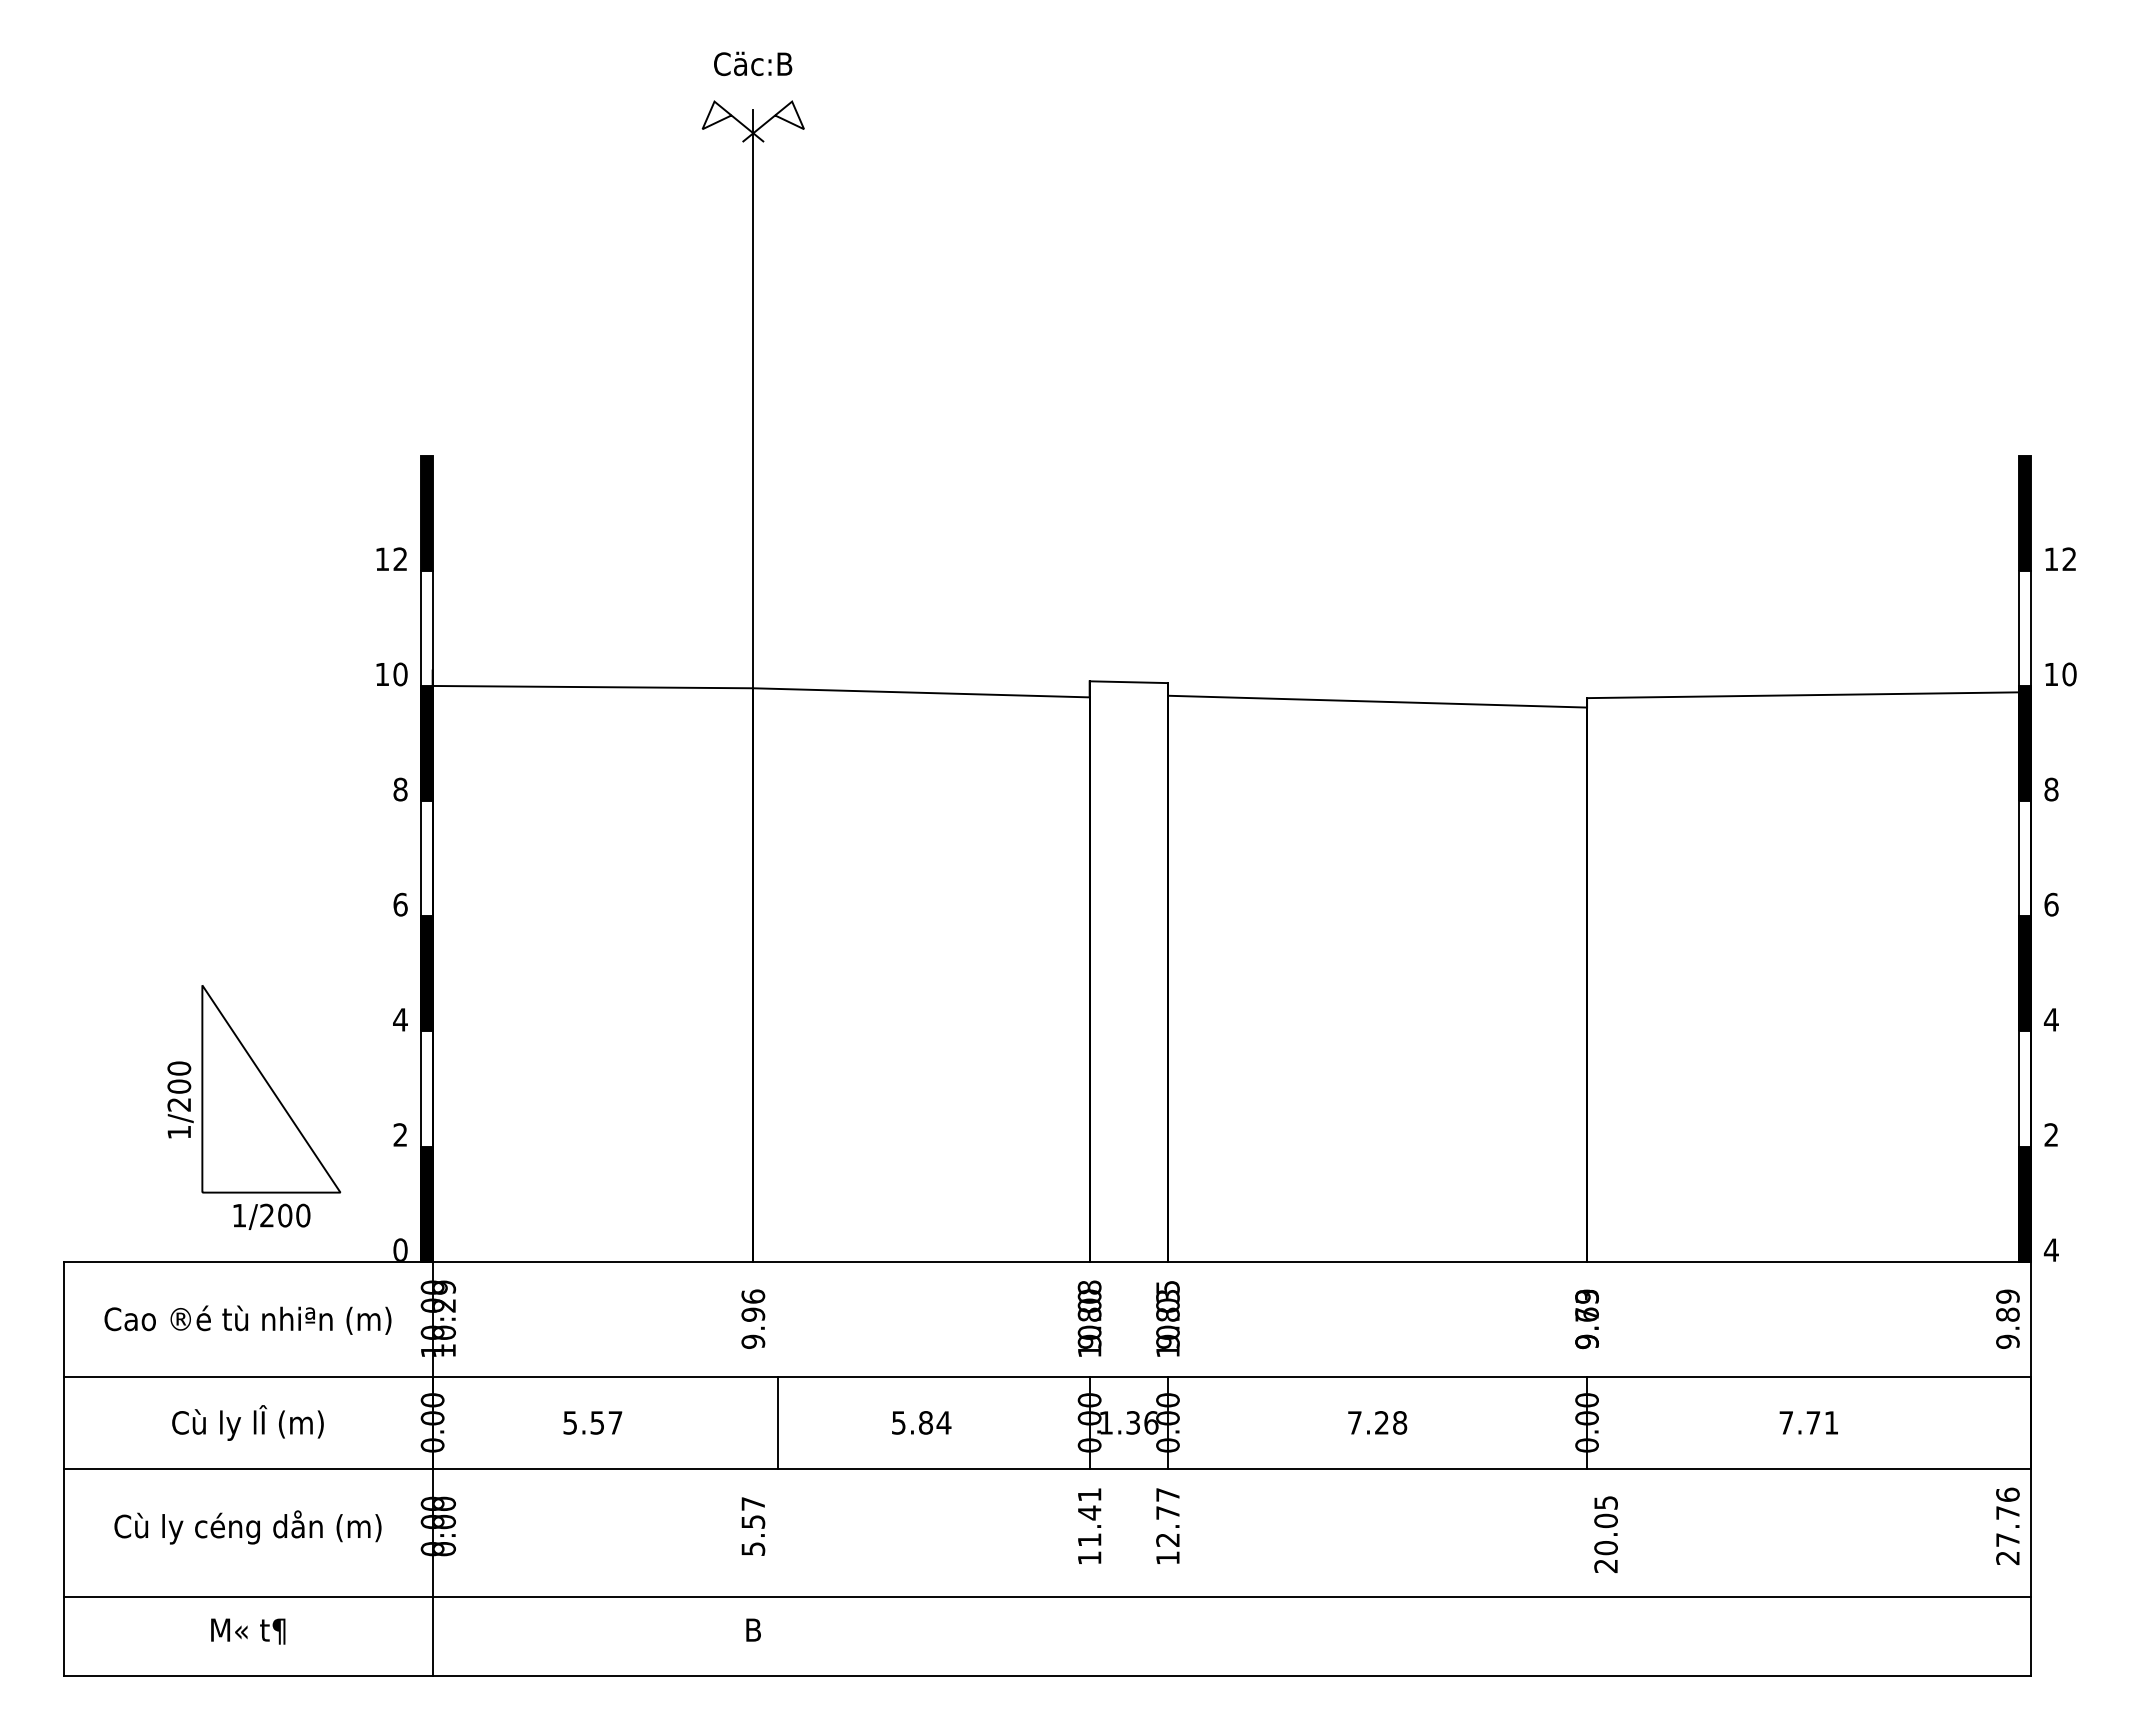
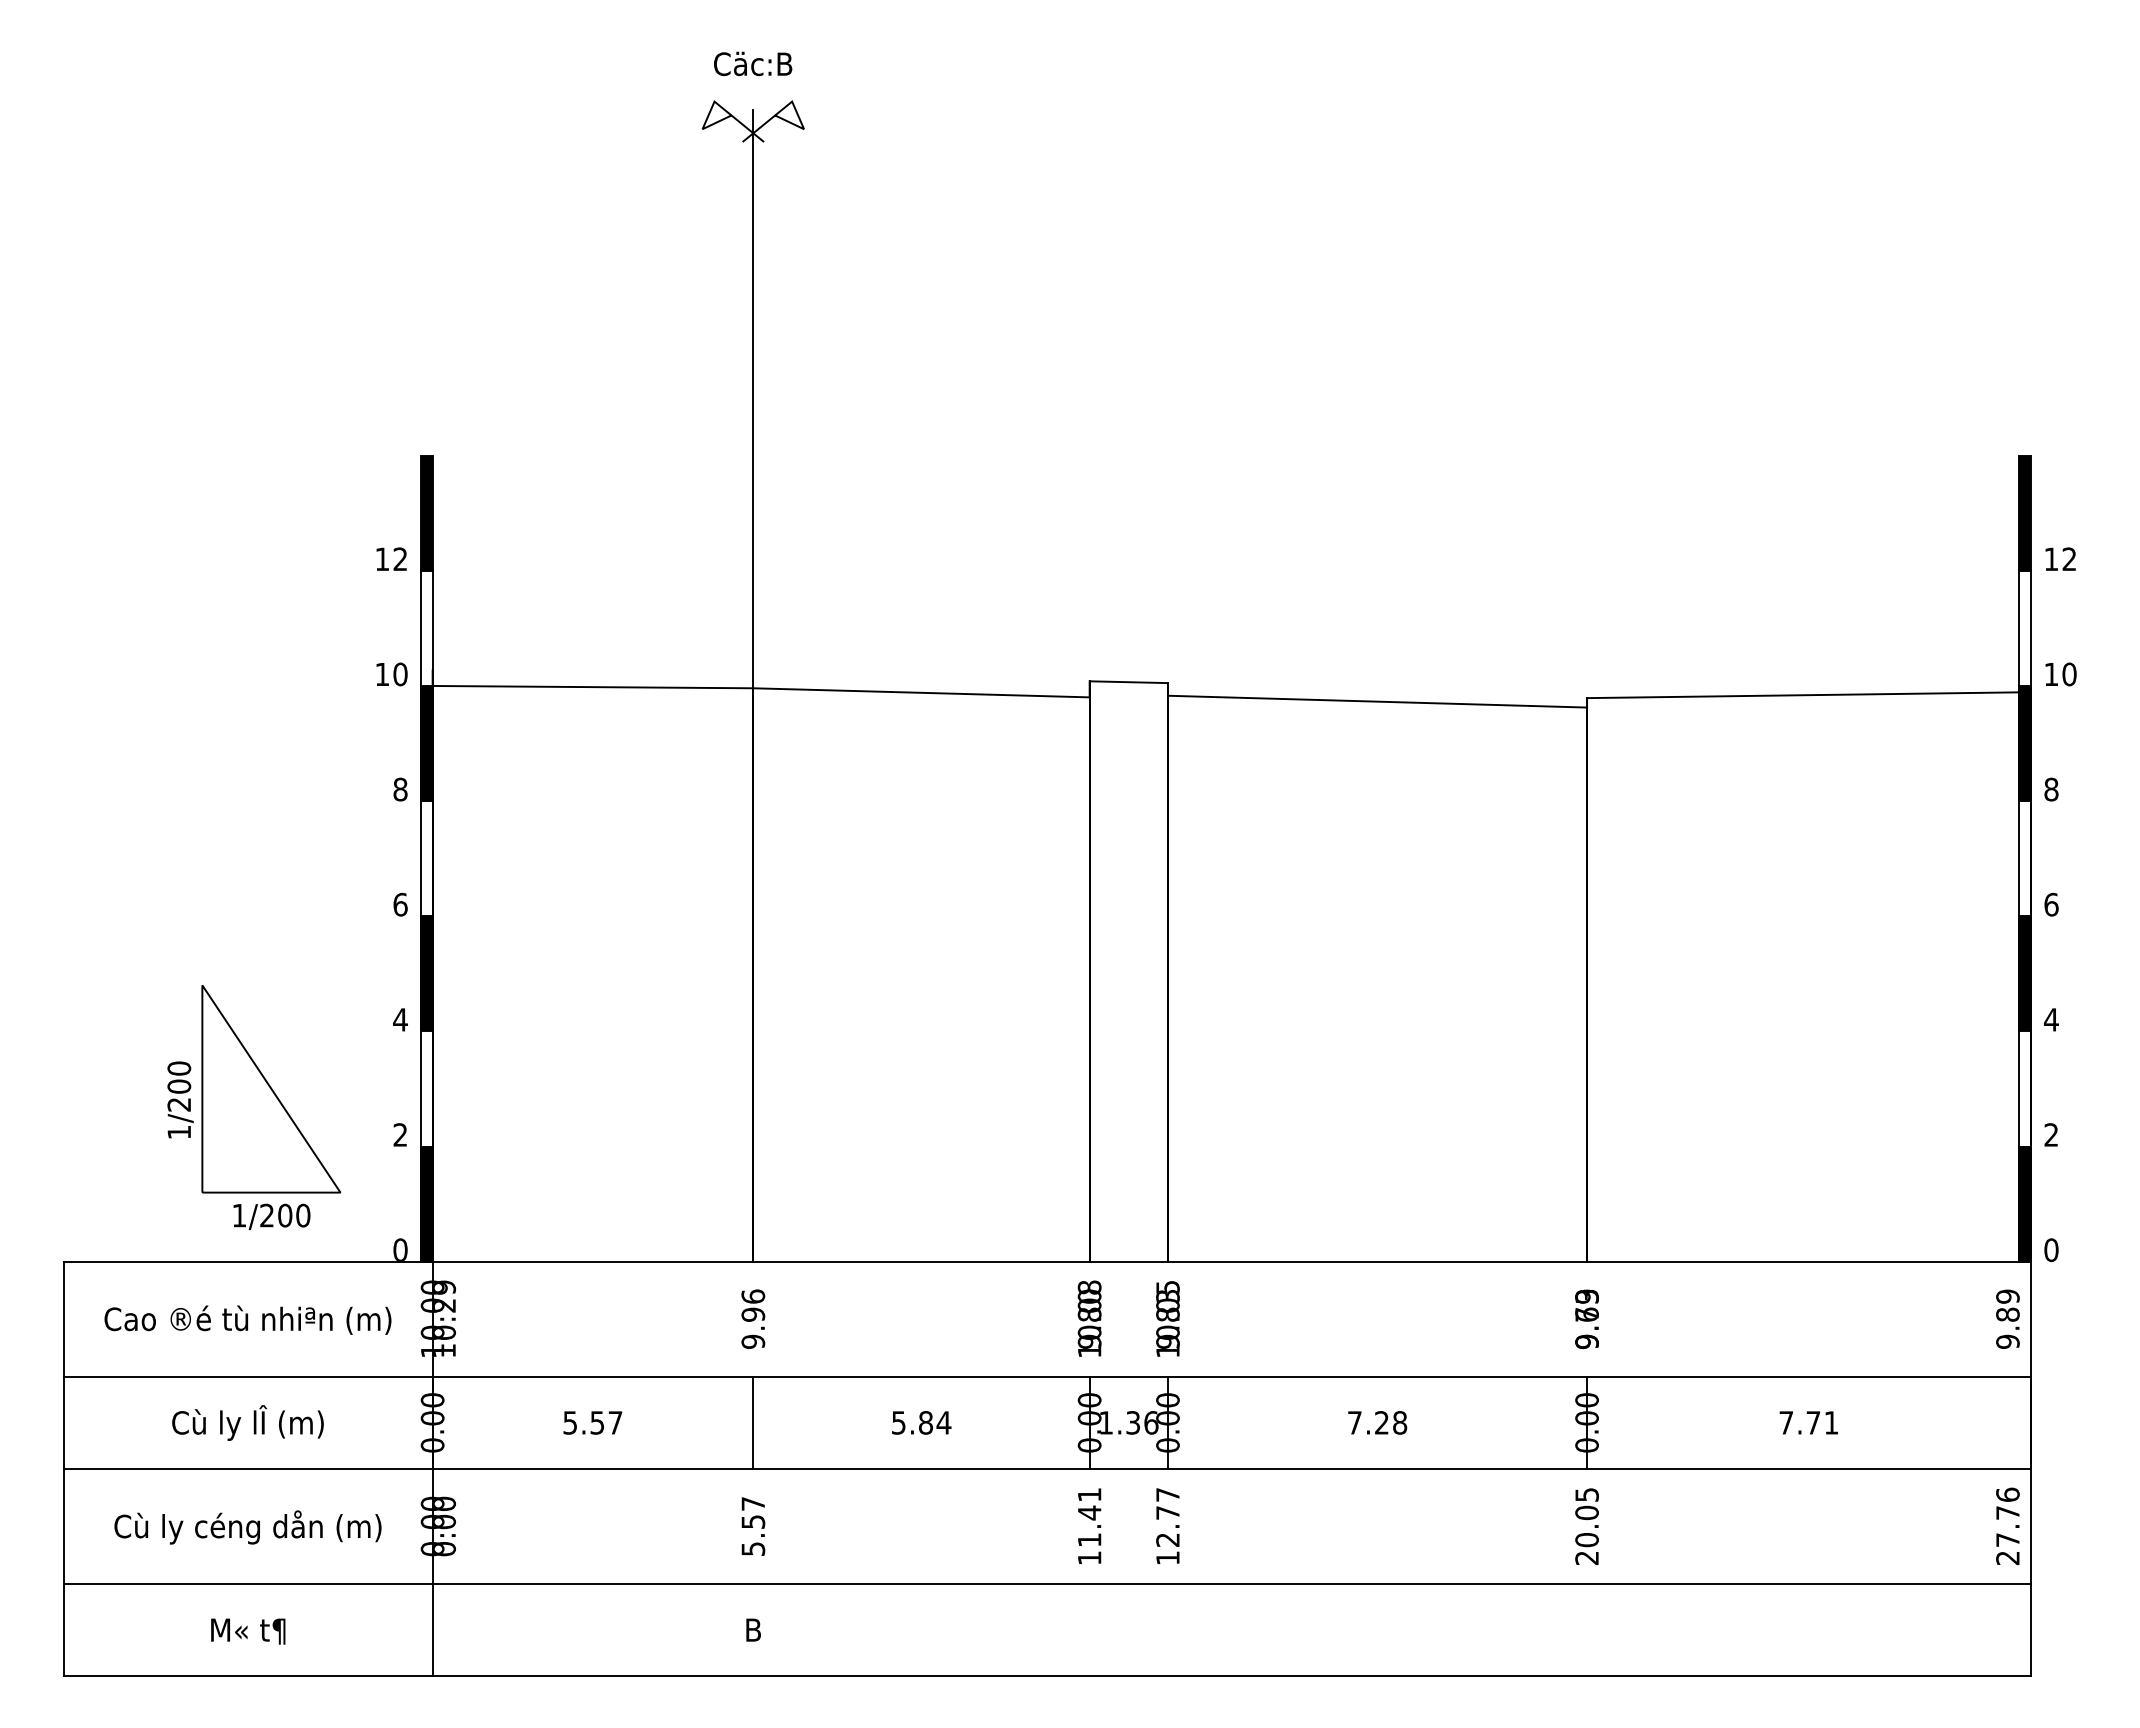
text at (2050, 1250): 4 -> 0
line at (778, 1422) position: (778, 1422) -> (753, 1422)
text at (1605, 1534) position: (1605, 1534) -> (1586, 1526)
line at (1047, 1597) position: (1047, 1597) -> (1047, 1584)
